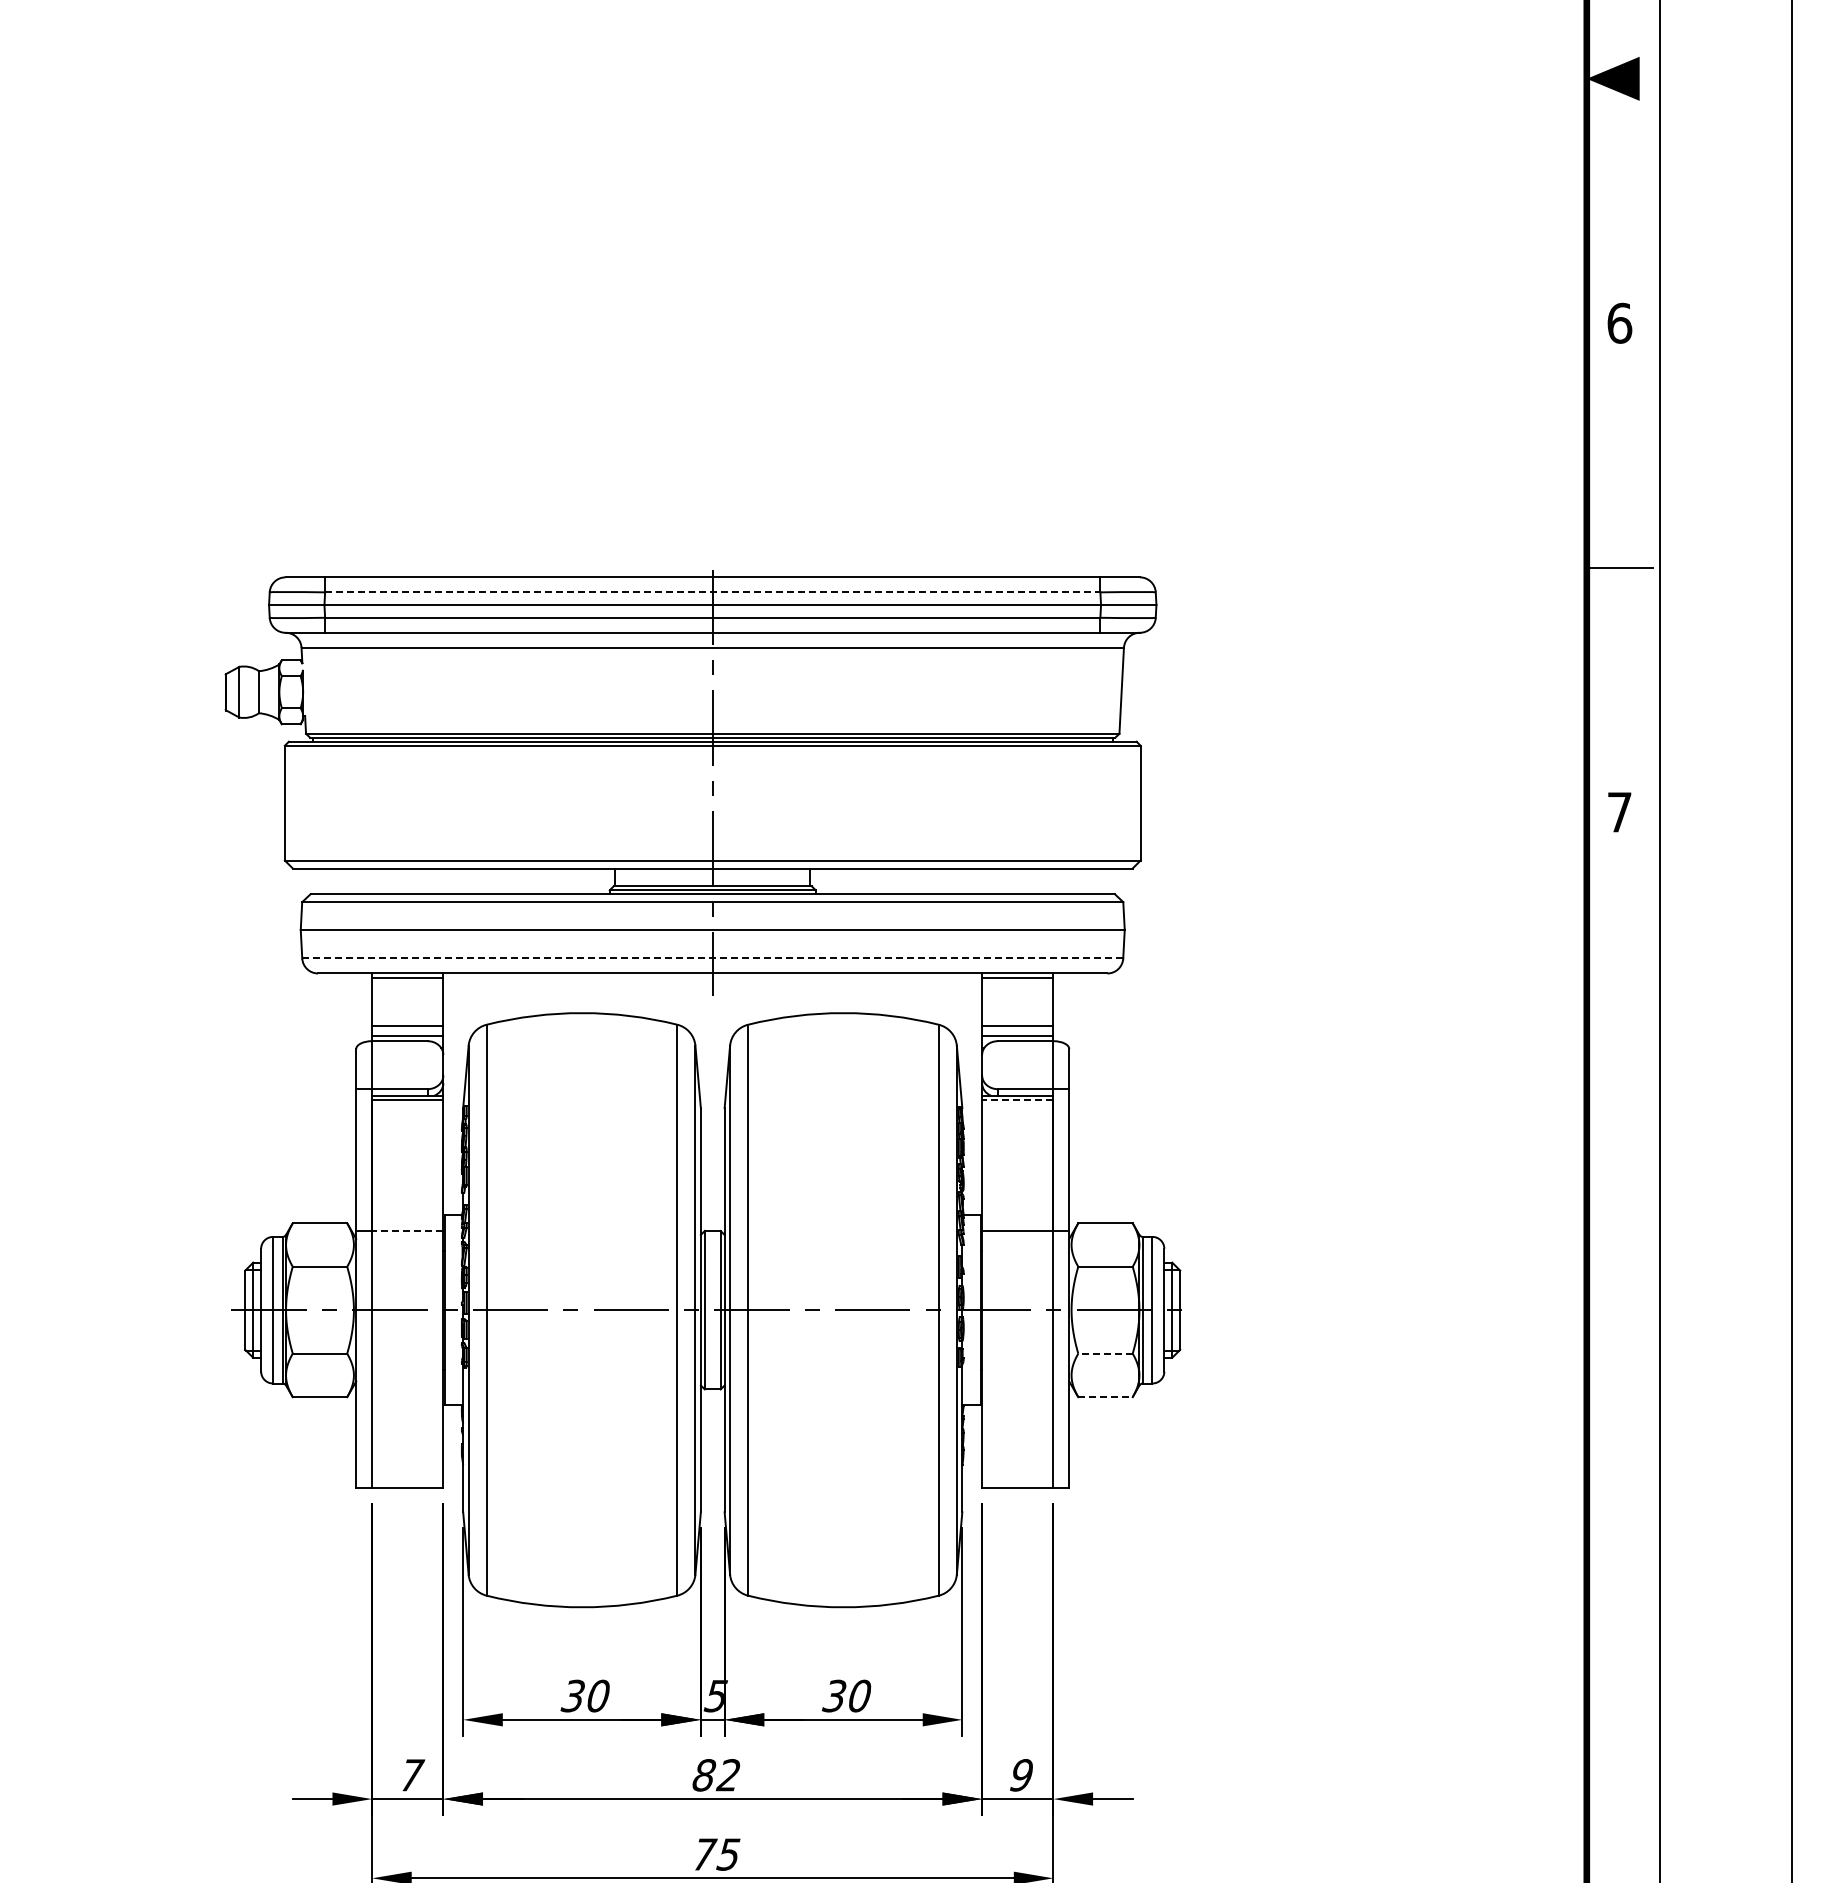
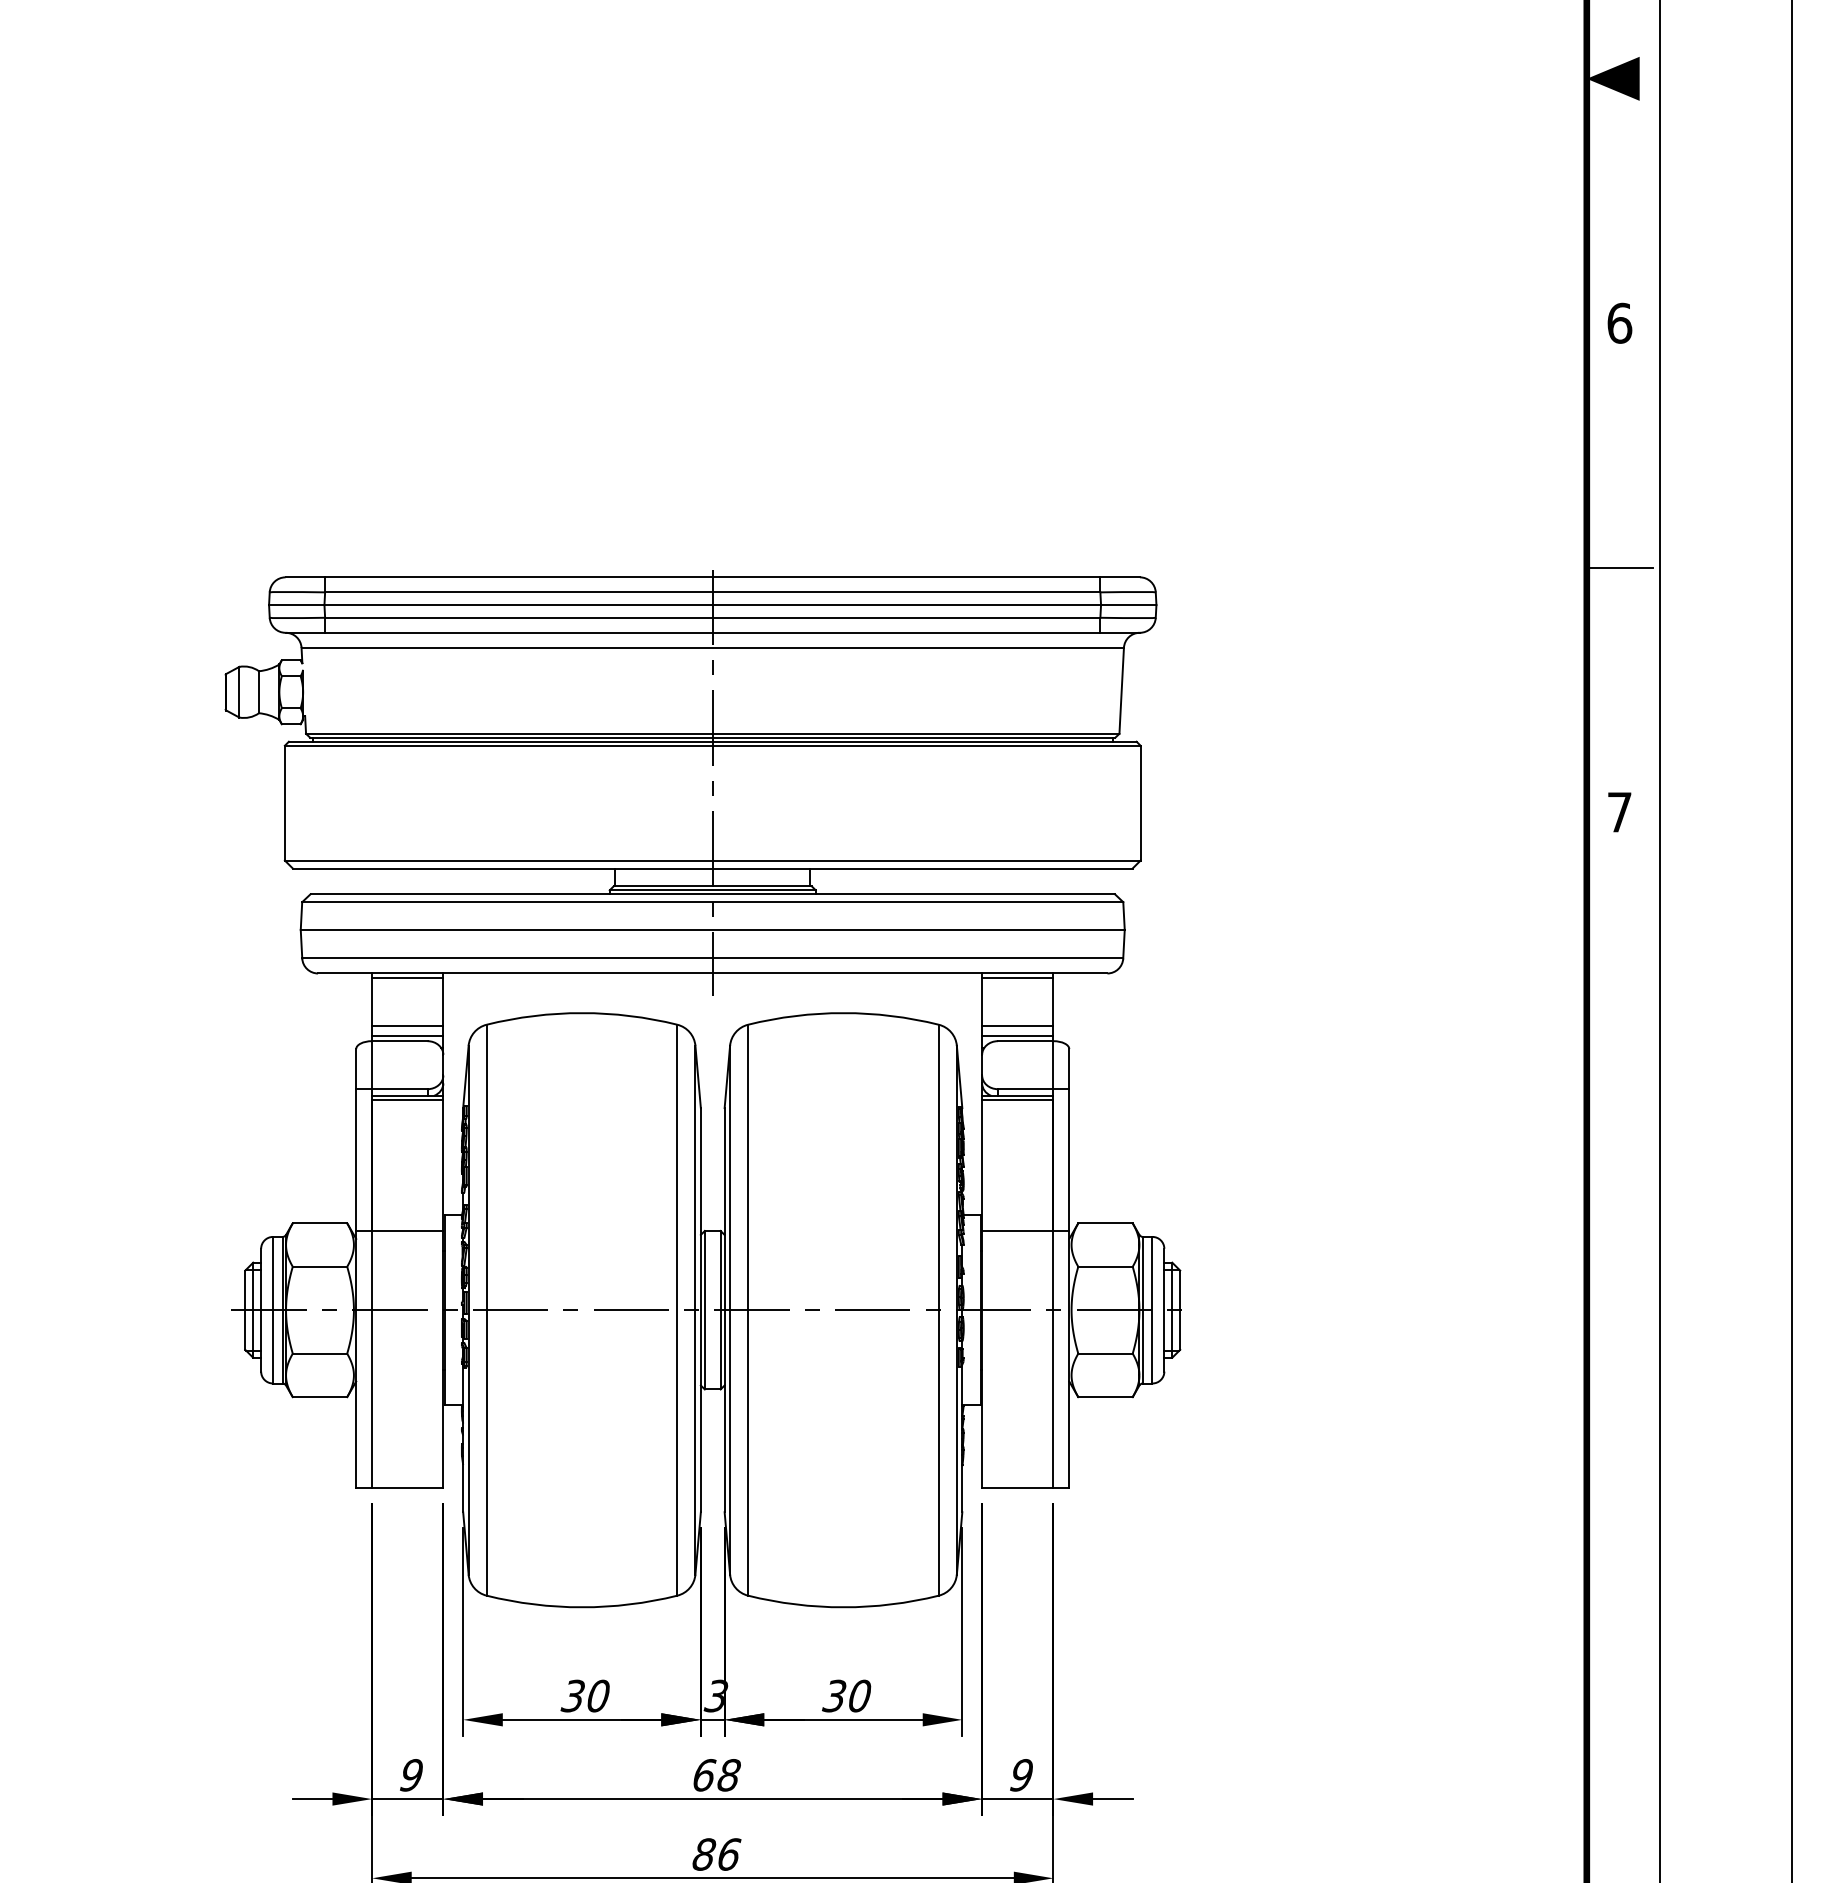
line at (712, 592): dashed -> solid
line at (712, 958): dashed -> solid
line at (1017, 1100): dashed -> solid
line at (407, 1231): dashed -> solid
line at (1105, 1353): dashed -> solid
line at (1106, 1397): dashed -> solid
text at (716, 1695): 5 -> 3
text at (412, 1775): 7 -> 9
text at (716, 1775): 82 -> 68
text at (716, 1854): 75 -> 86
